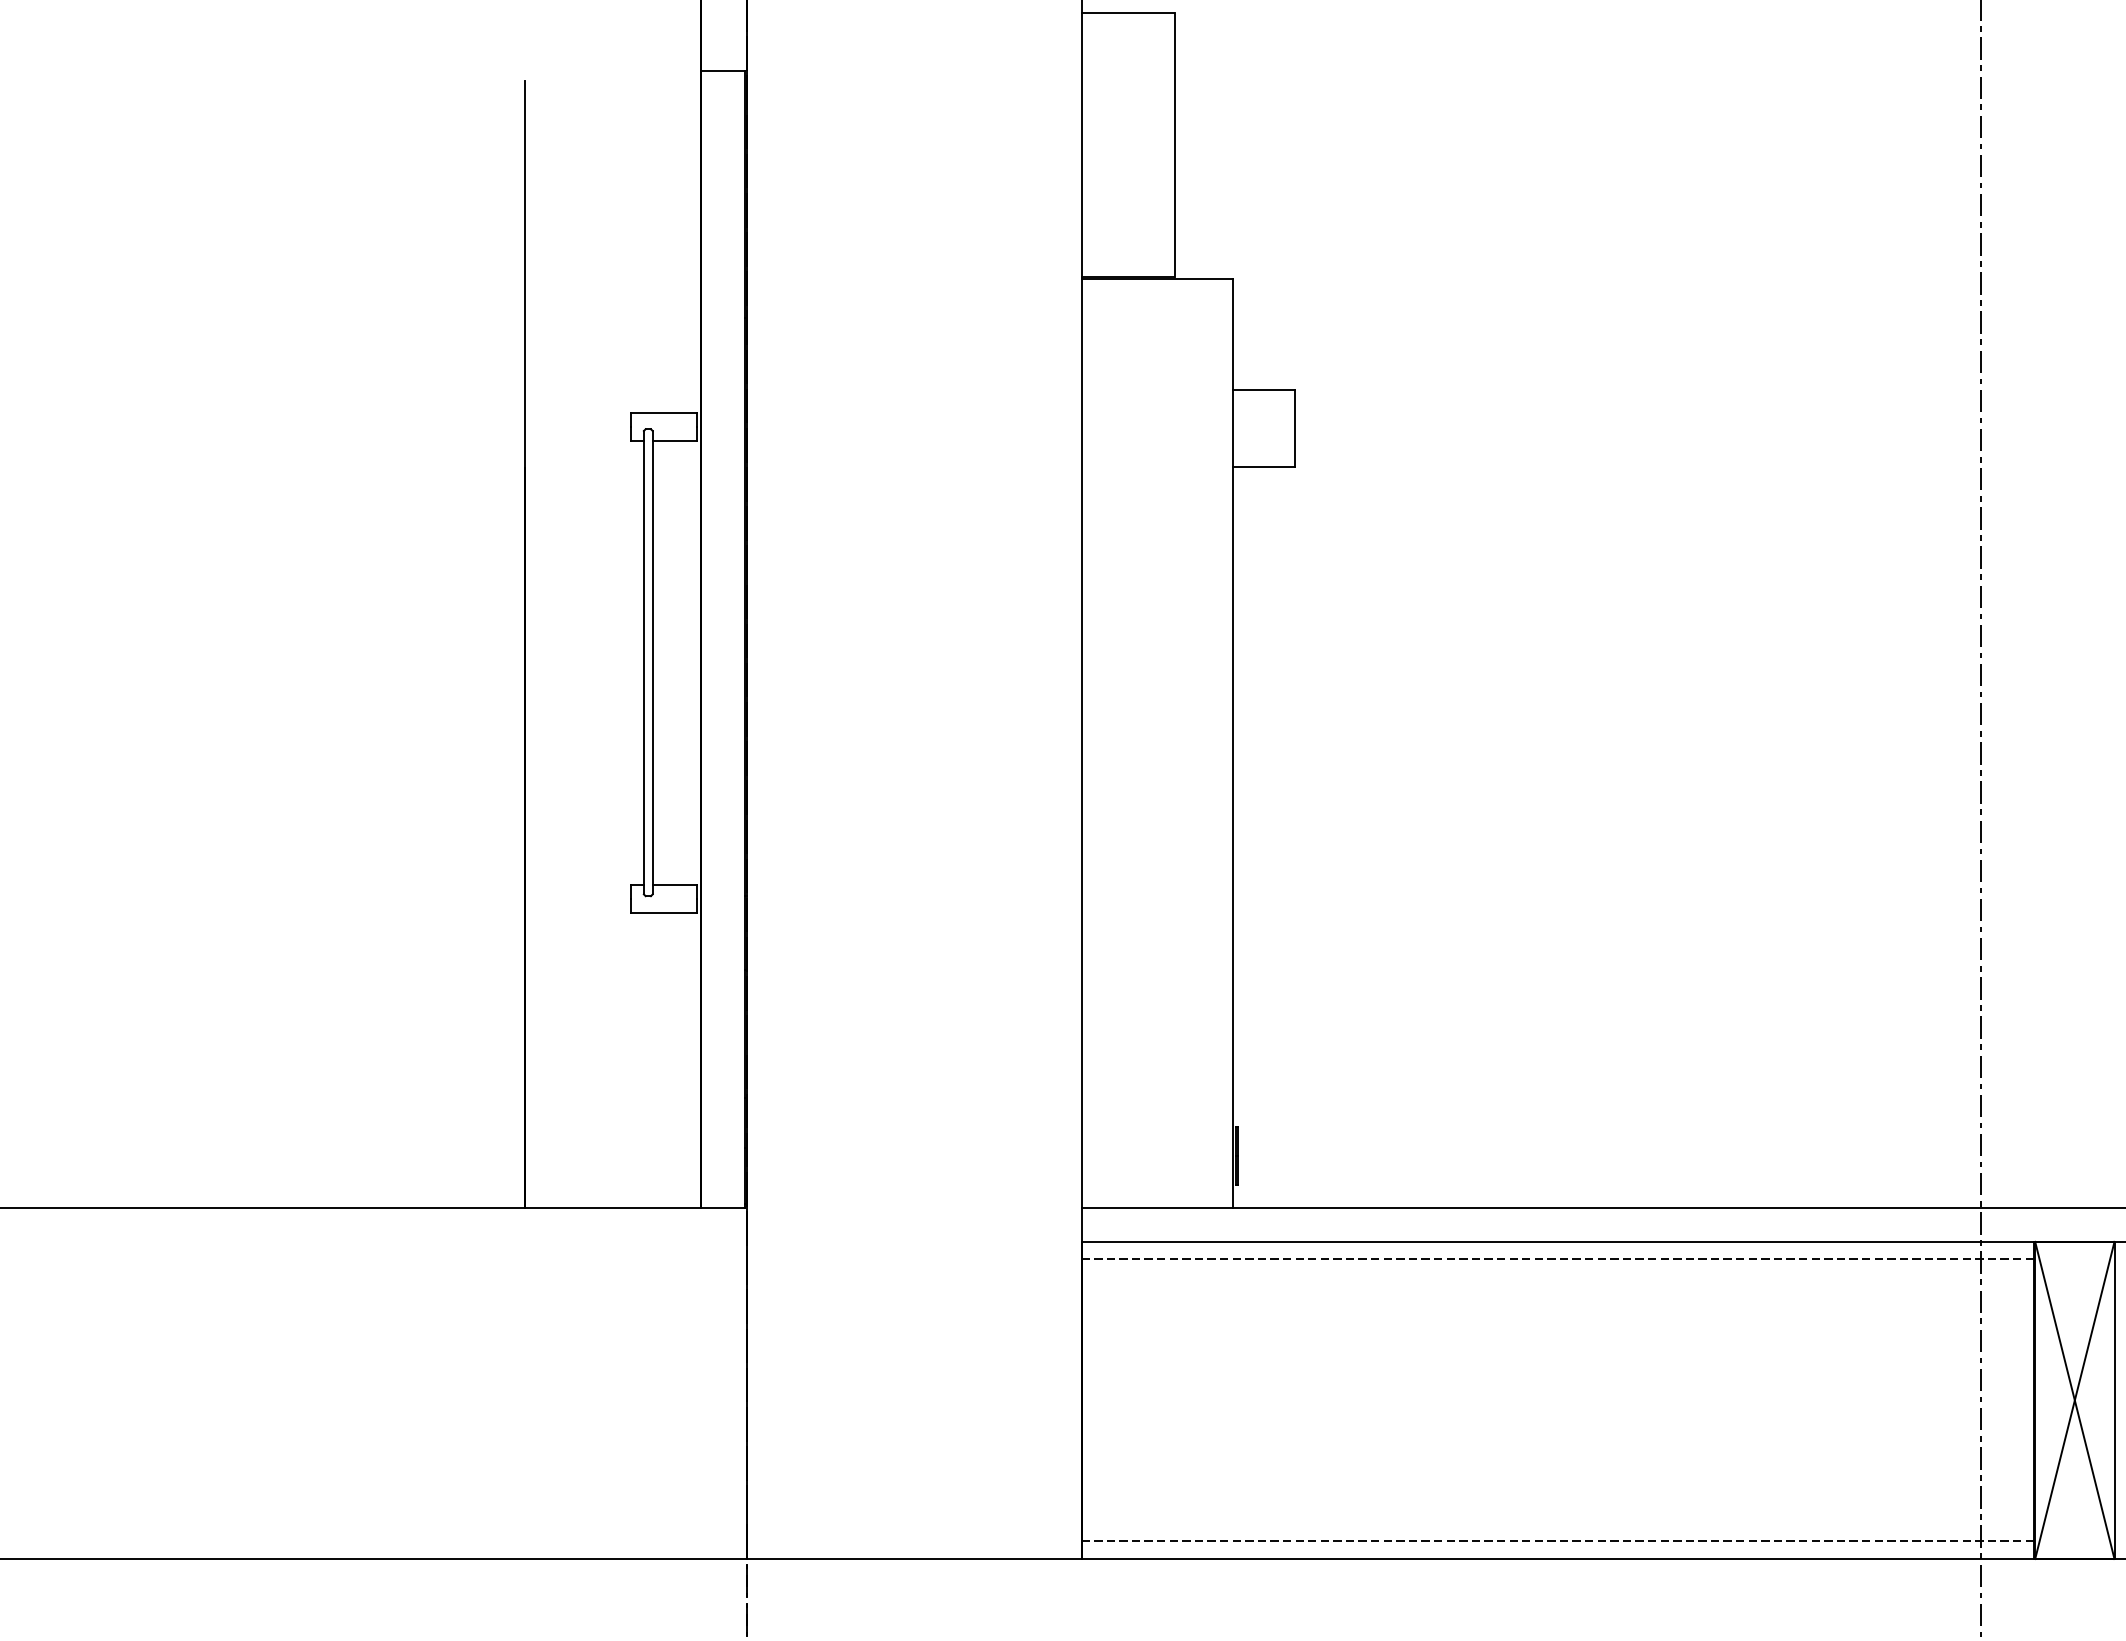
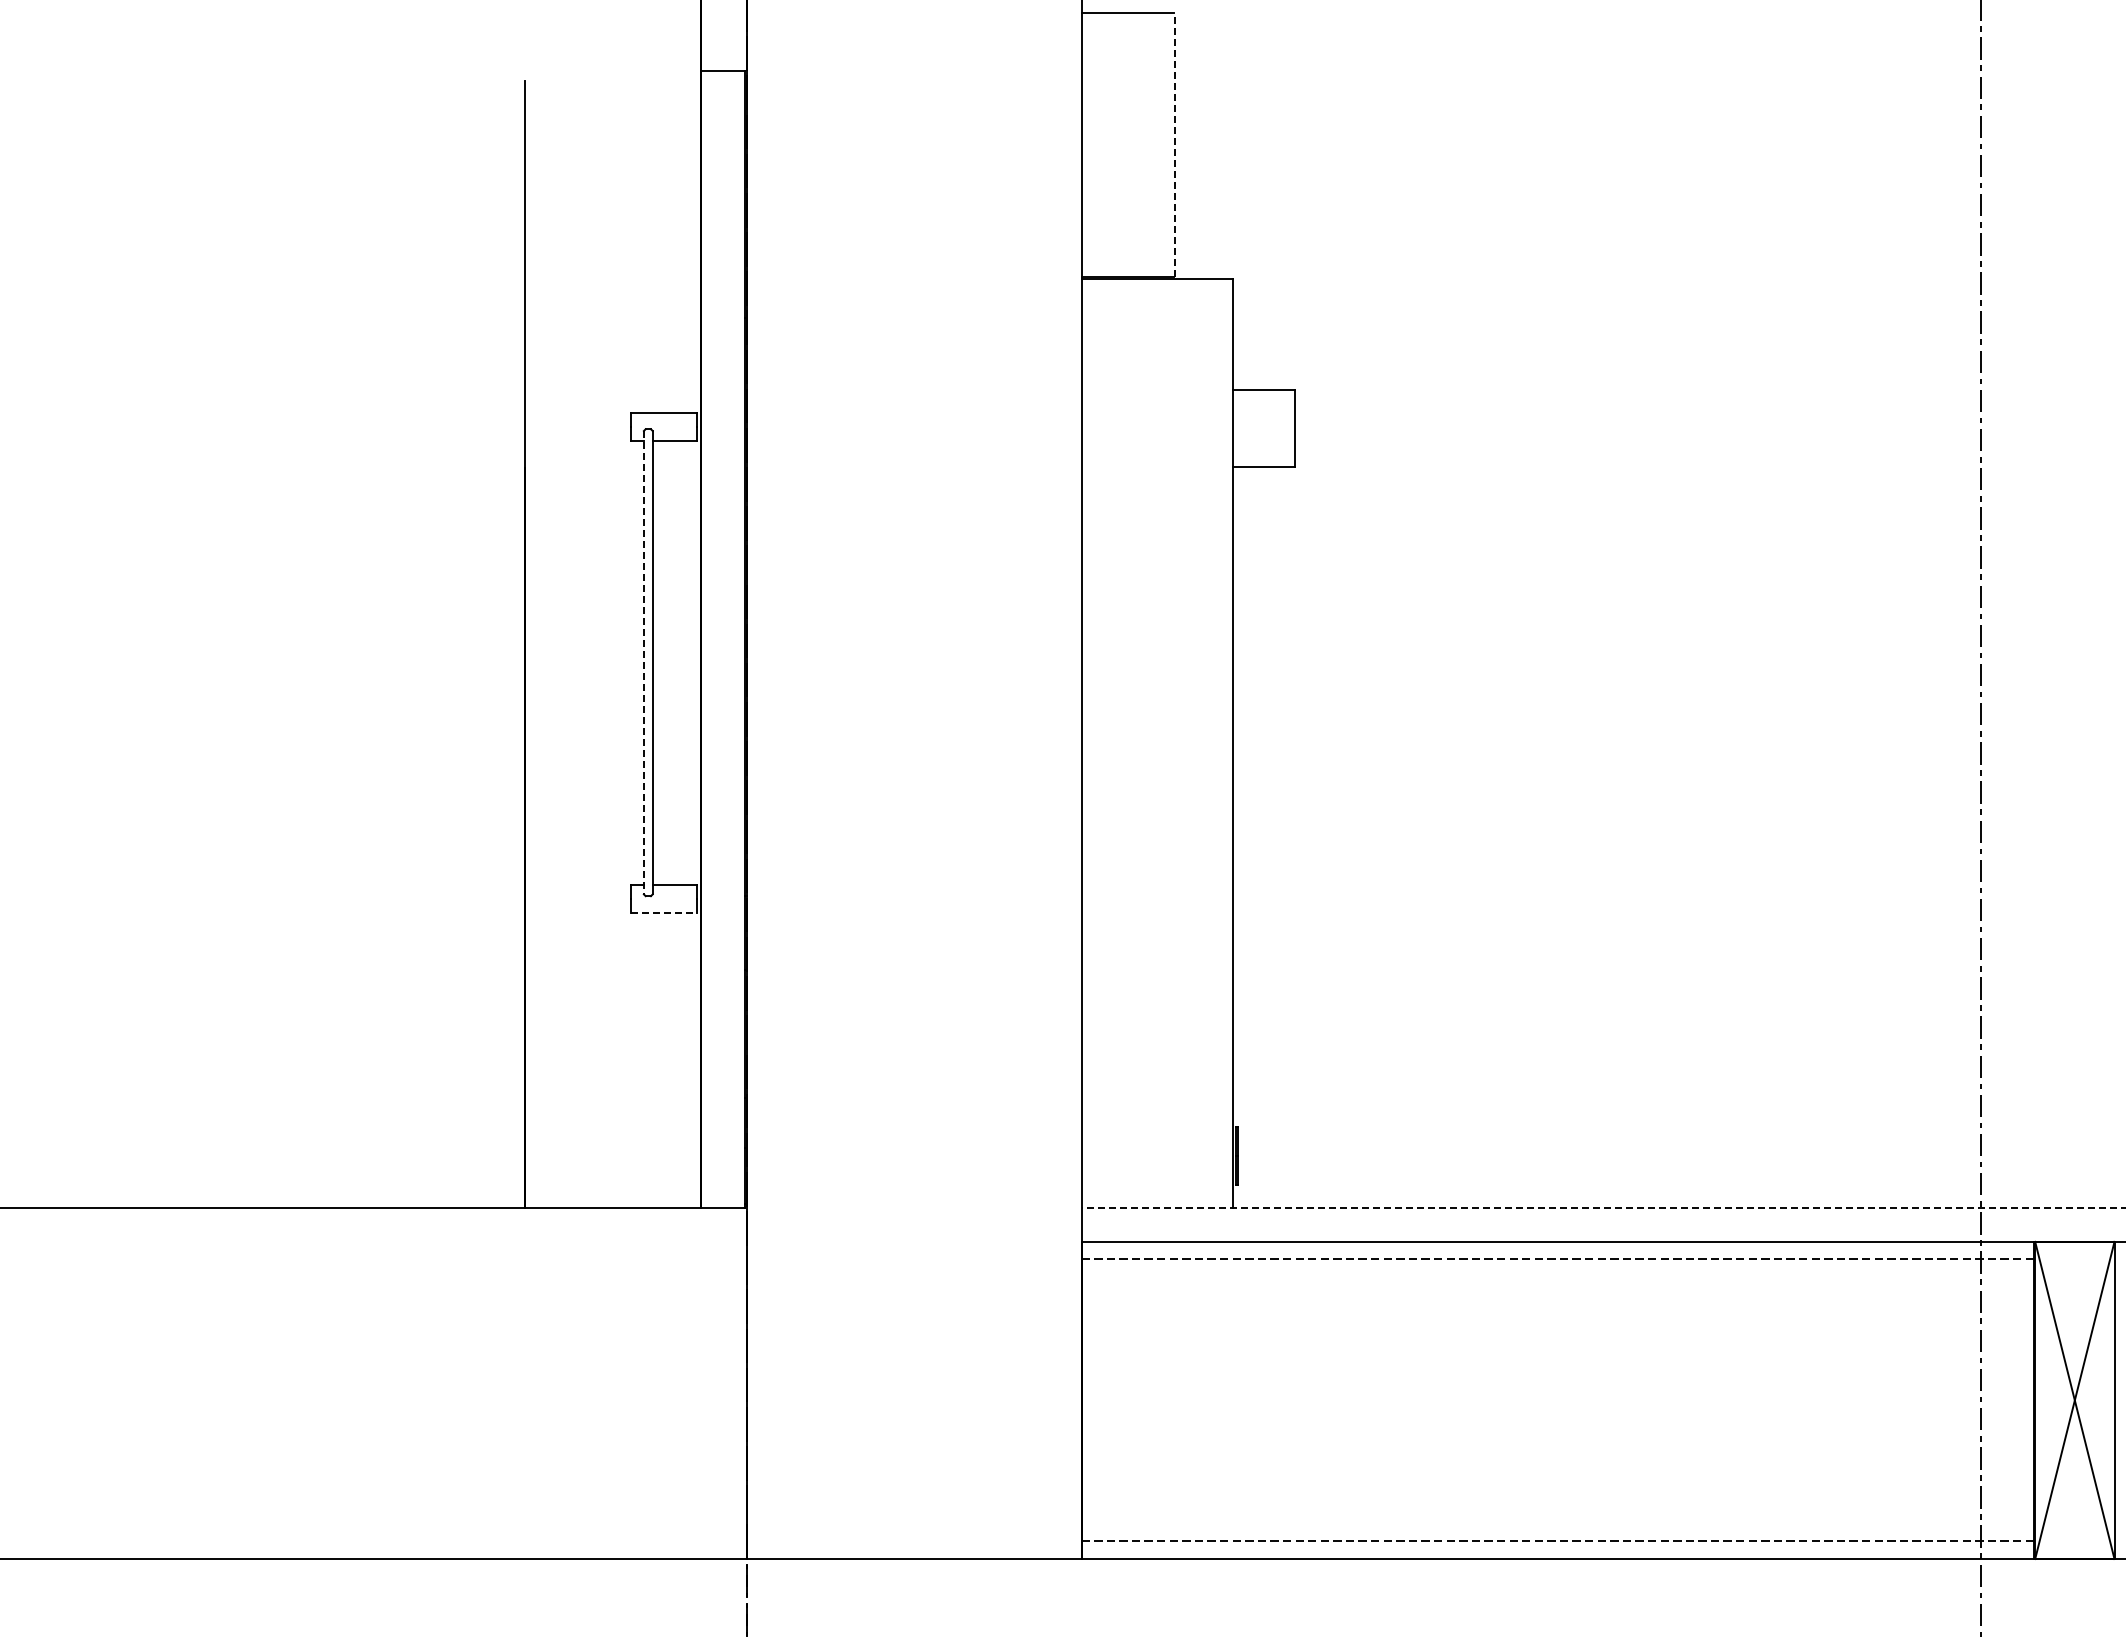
line at (1174, 144): solid -> dashed
line at (643, 662): solid -> dashed
line at (664, 913): solid -> dashed
line at (1603, 1208): solid -> dashed
